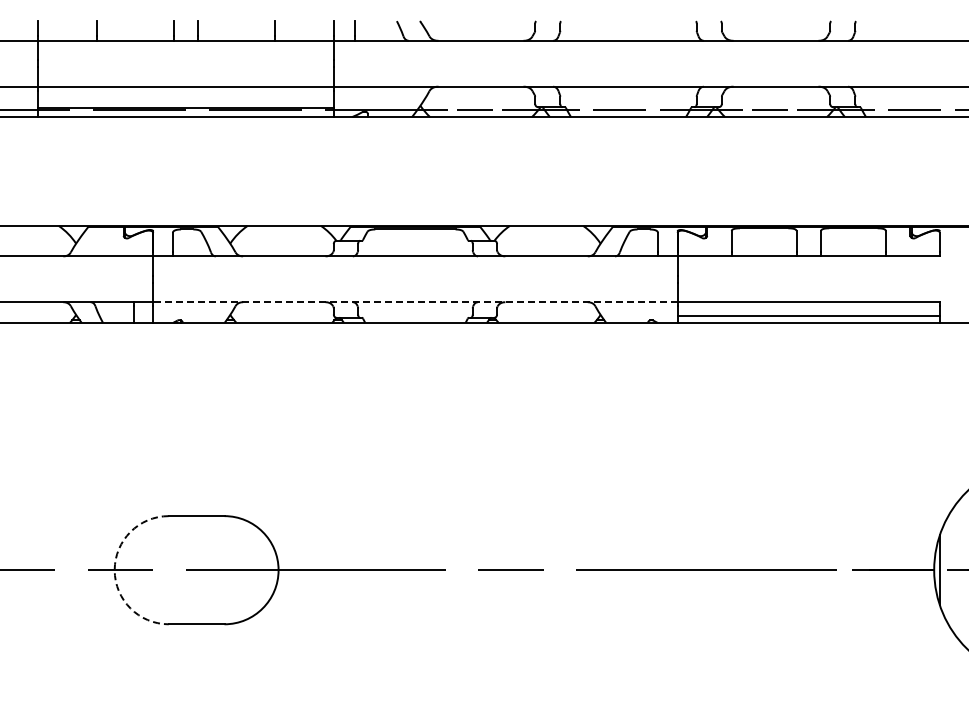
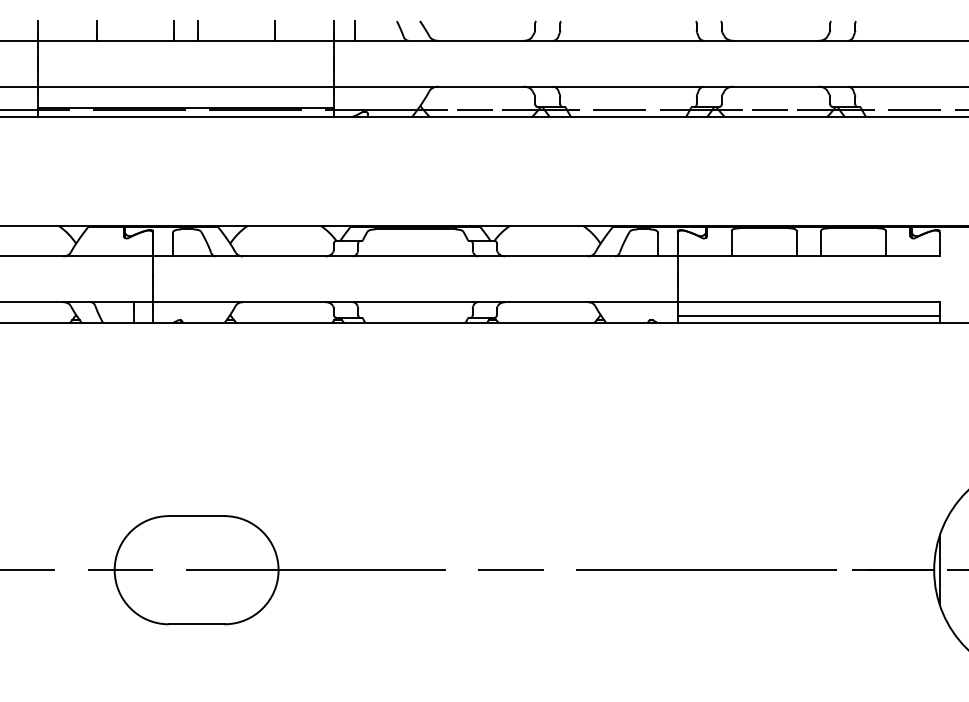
line at (414, 302): dashed -> solid
arc at (114, 570): dashed -> solid
